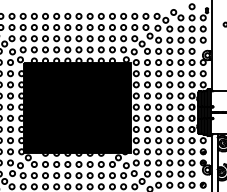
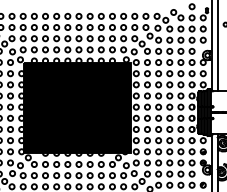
line at (217, 46): none -> present
